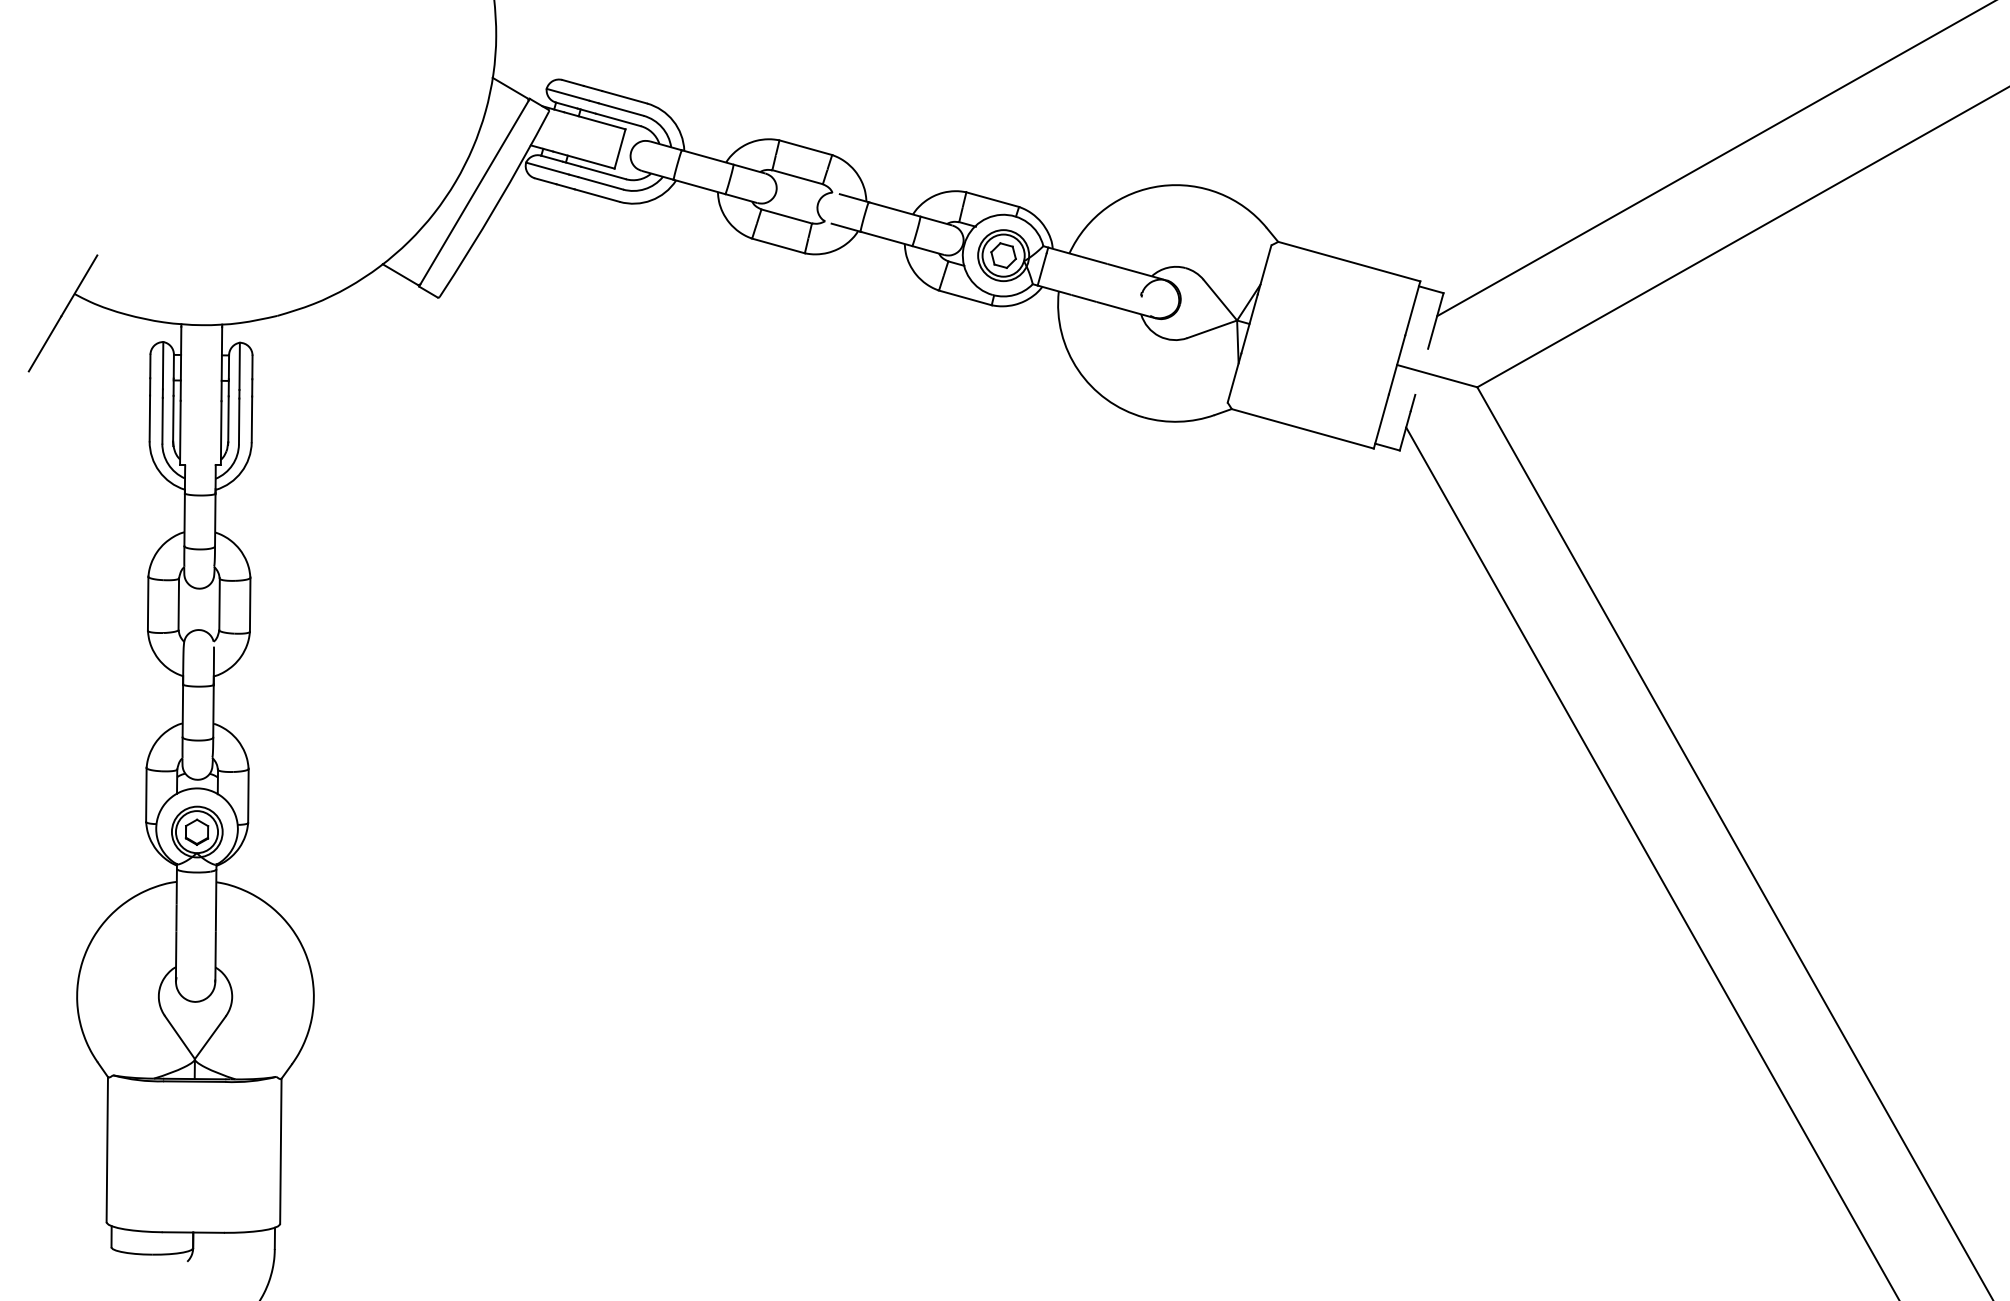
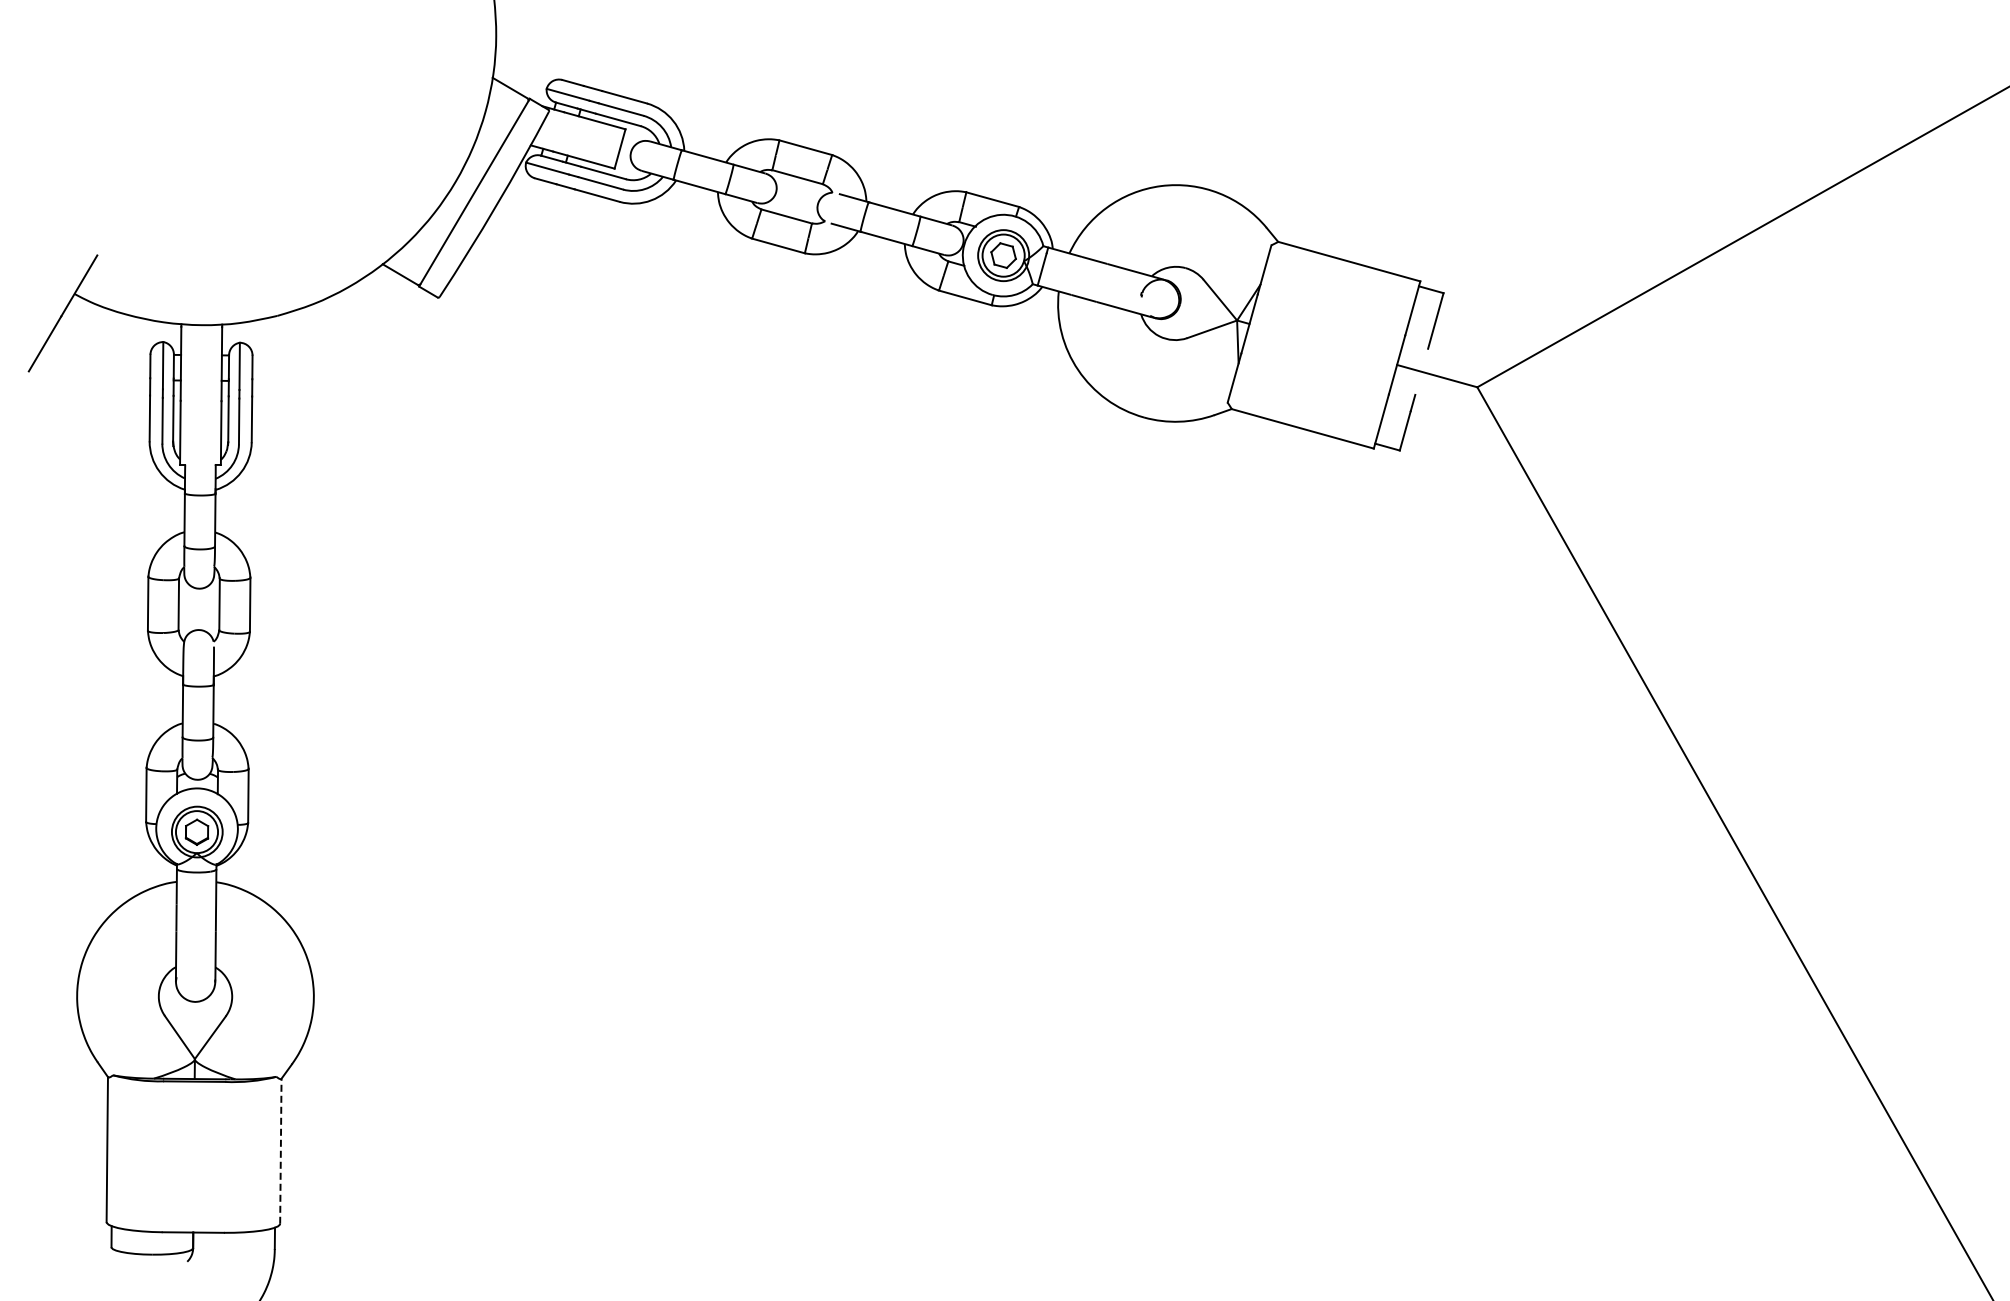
line at (1714, 159): present -> none
line at (1651, 862): present -> none
line at (280, 1151): solid -> dashed
